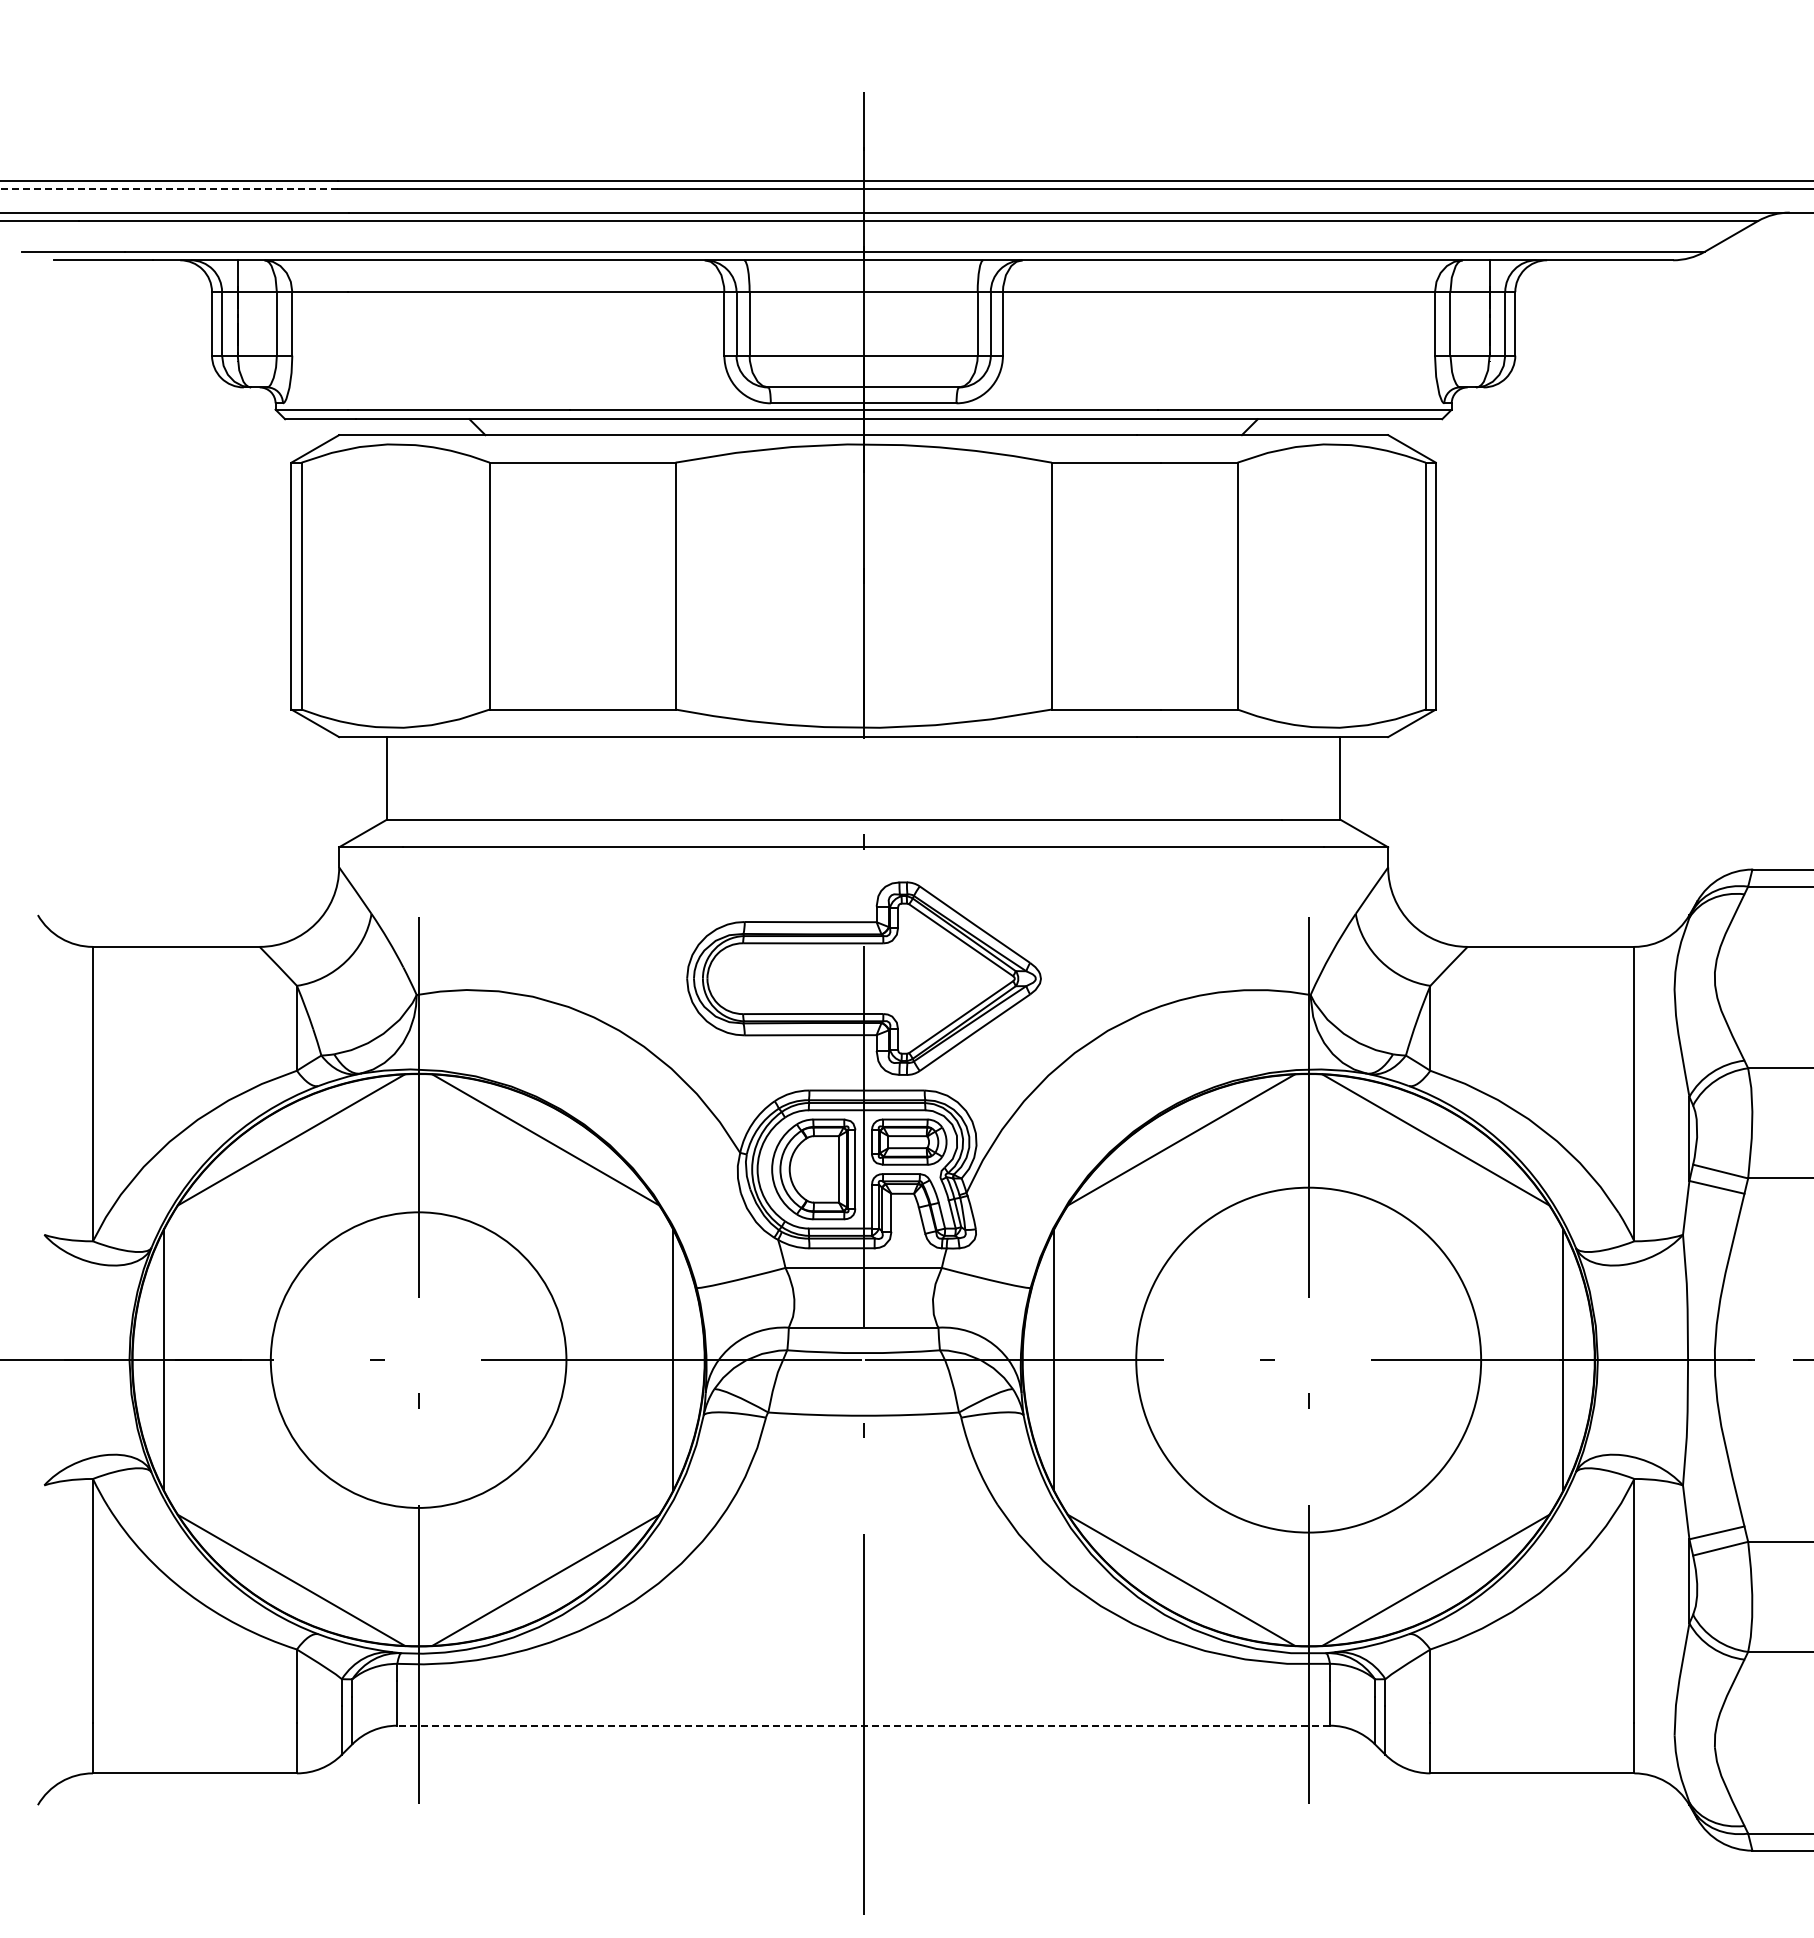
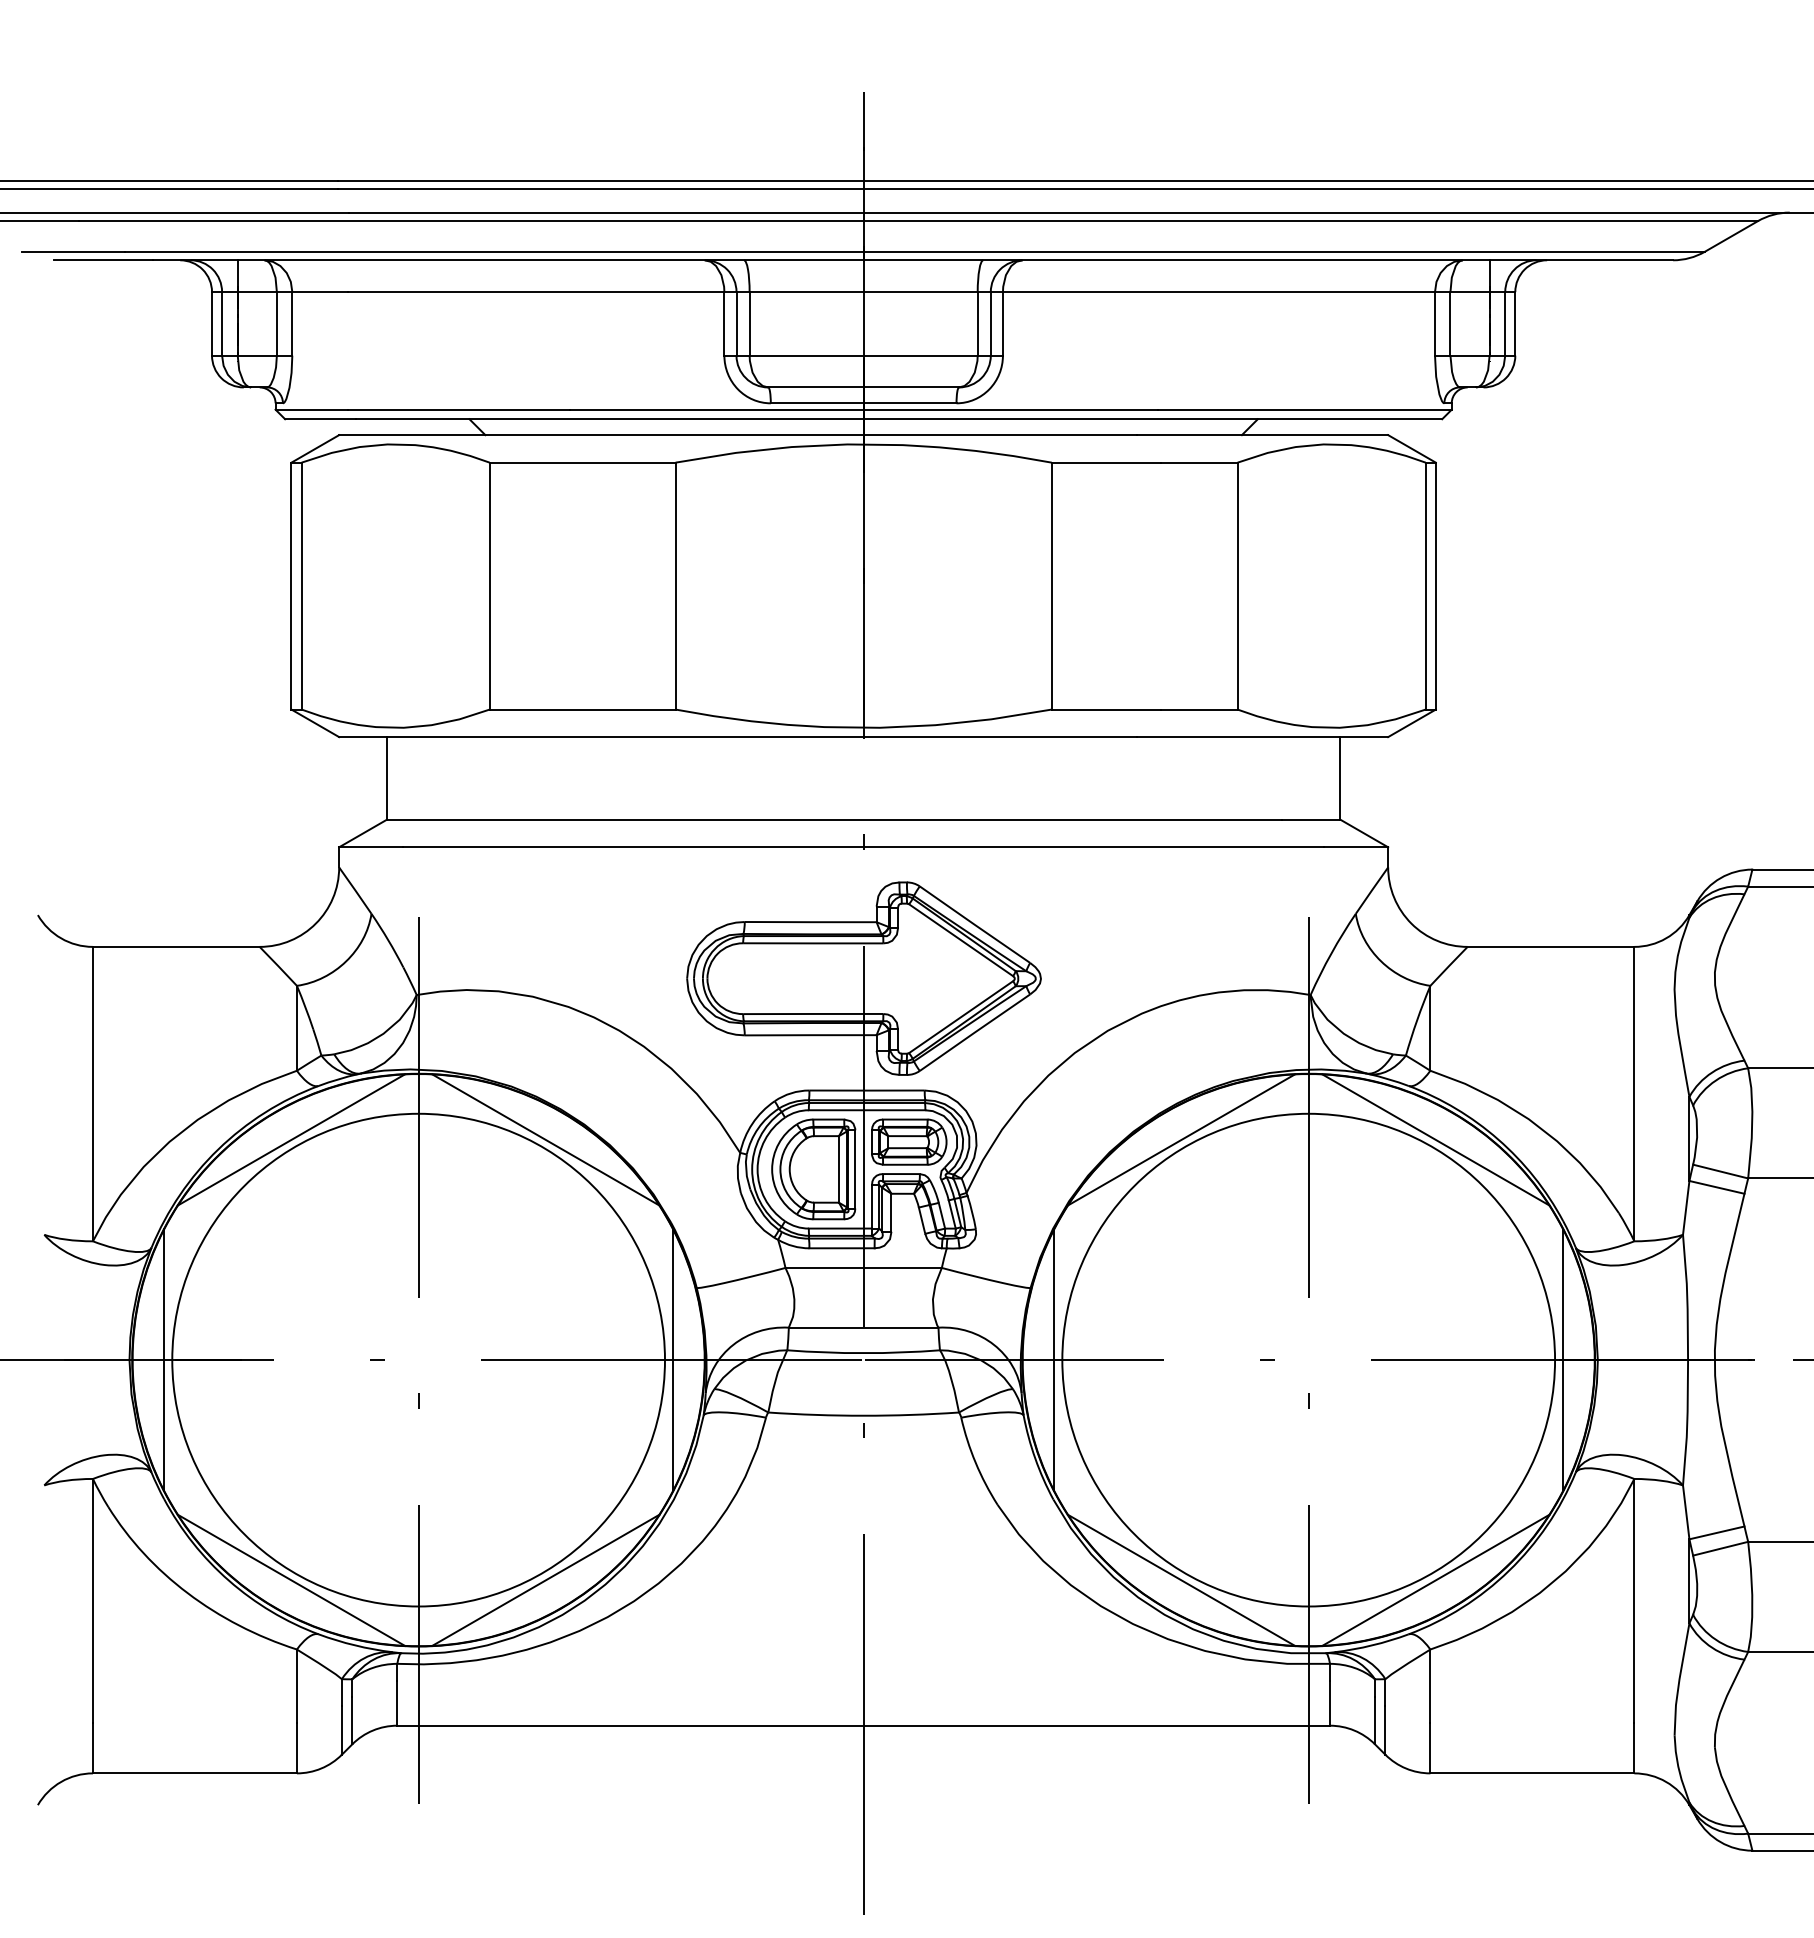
line at (169, 189): dashed -> solid
circle at (418, 1359) diameter: 296 px -> 493 px
circle at (1308, 1359) diameter: 345 px -> 493 px
line at (863, 1725): dashed -> solid
